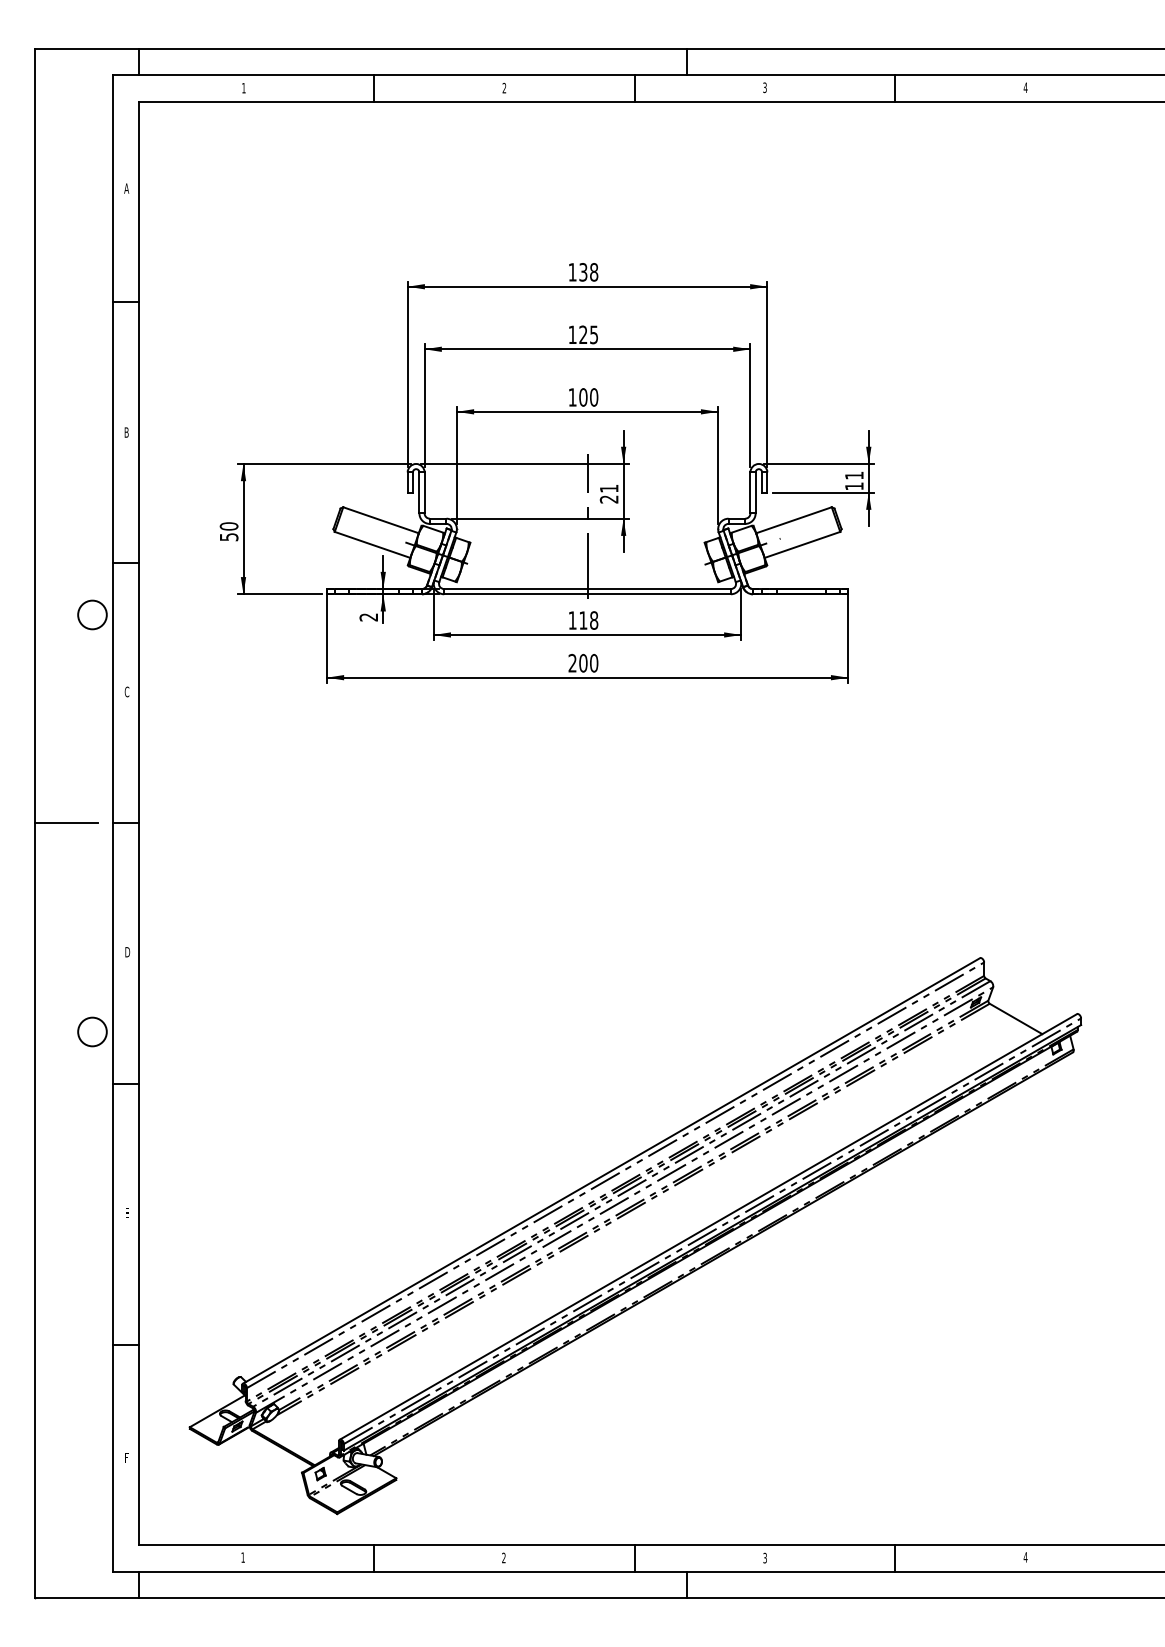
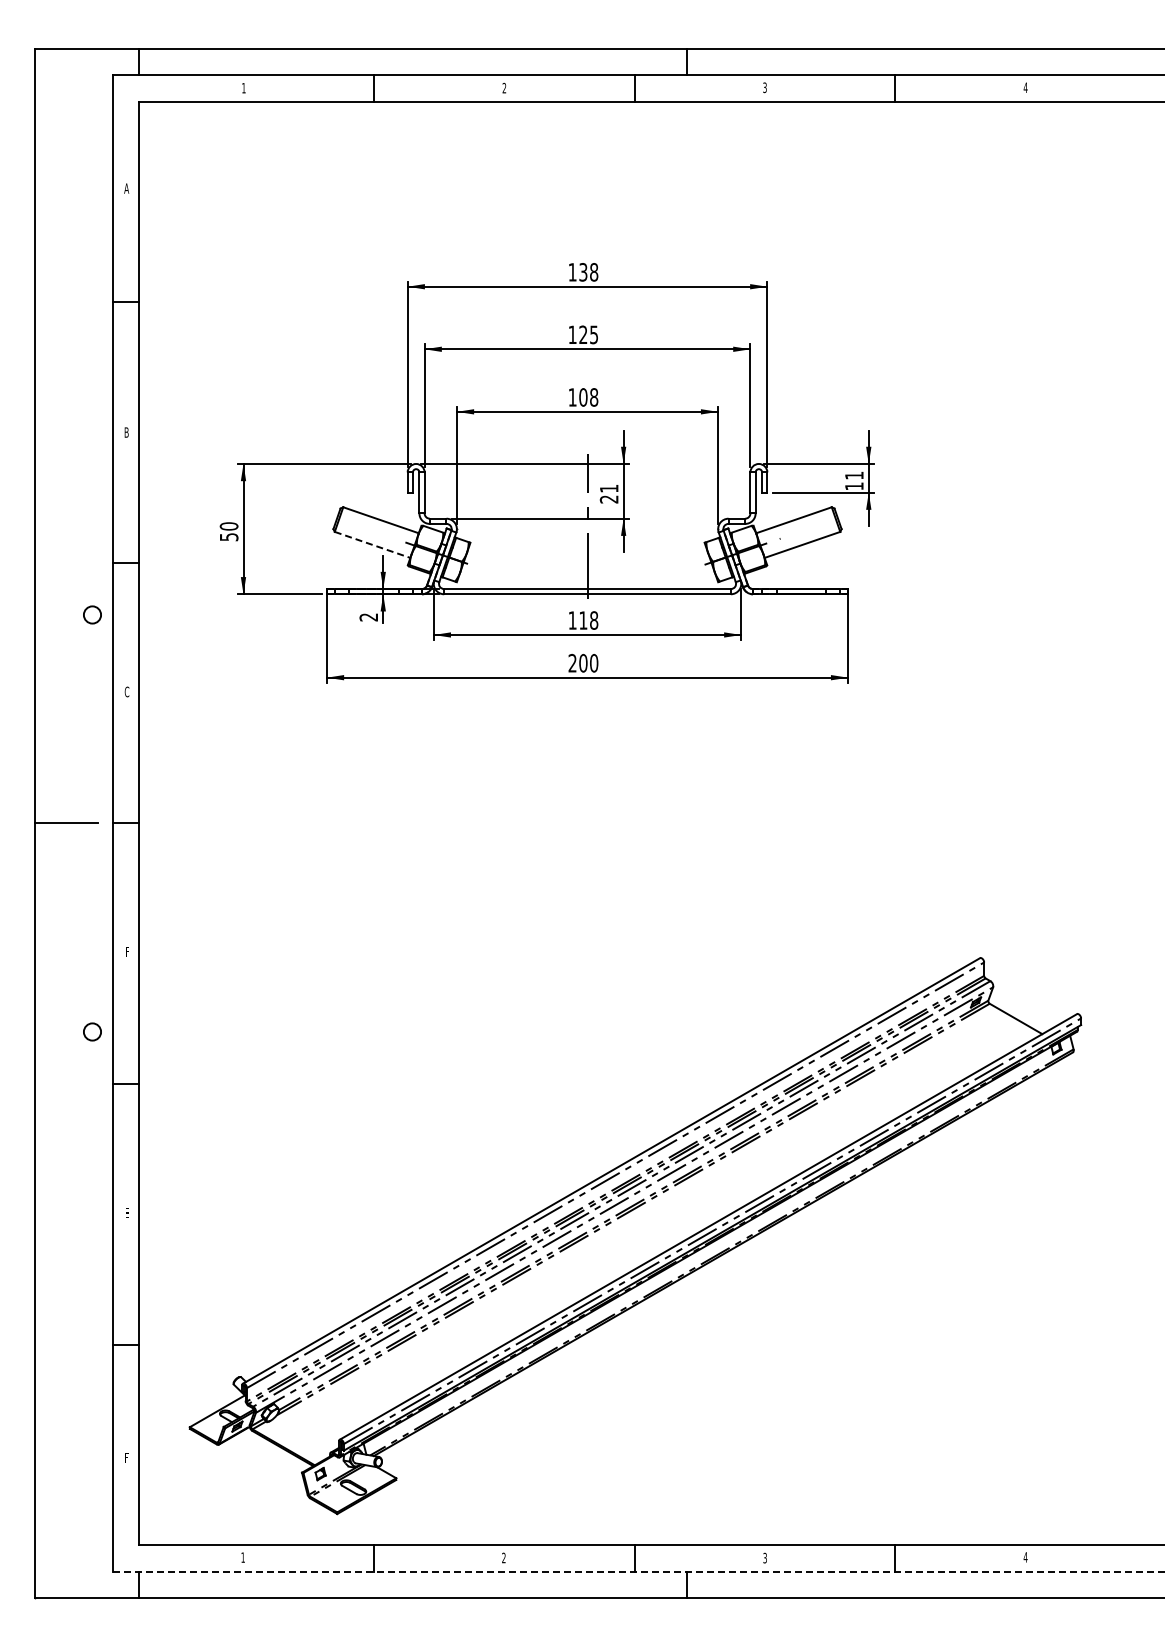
text at (594, 397): 100 -> 108
line at (372, 544): solid -> dashed
circle at (92, 614) diameter: 29 px -> 17 px
text at (127, 952): D -> F
circle at (92, 1031) diameter: 29 px -> 17 px
line at (639, 1571): solid -> dashed
